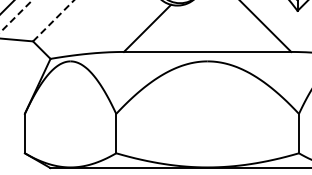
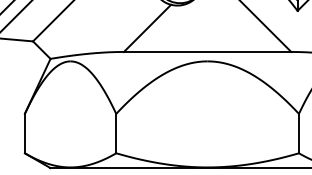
line at (16, 16): dashed -> solid
line at (54, 20): dashed -> solid
